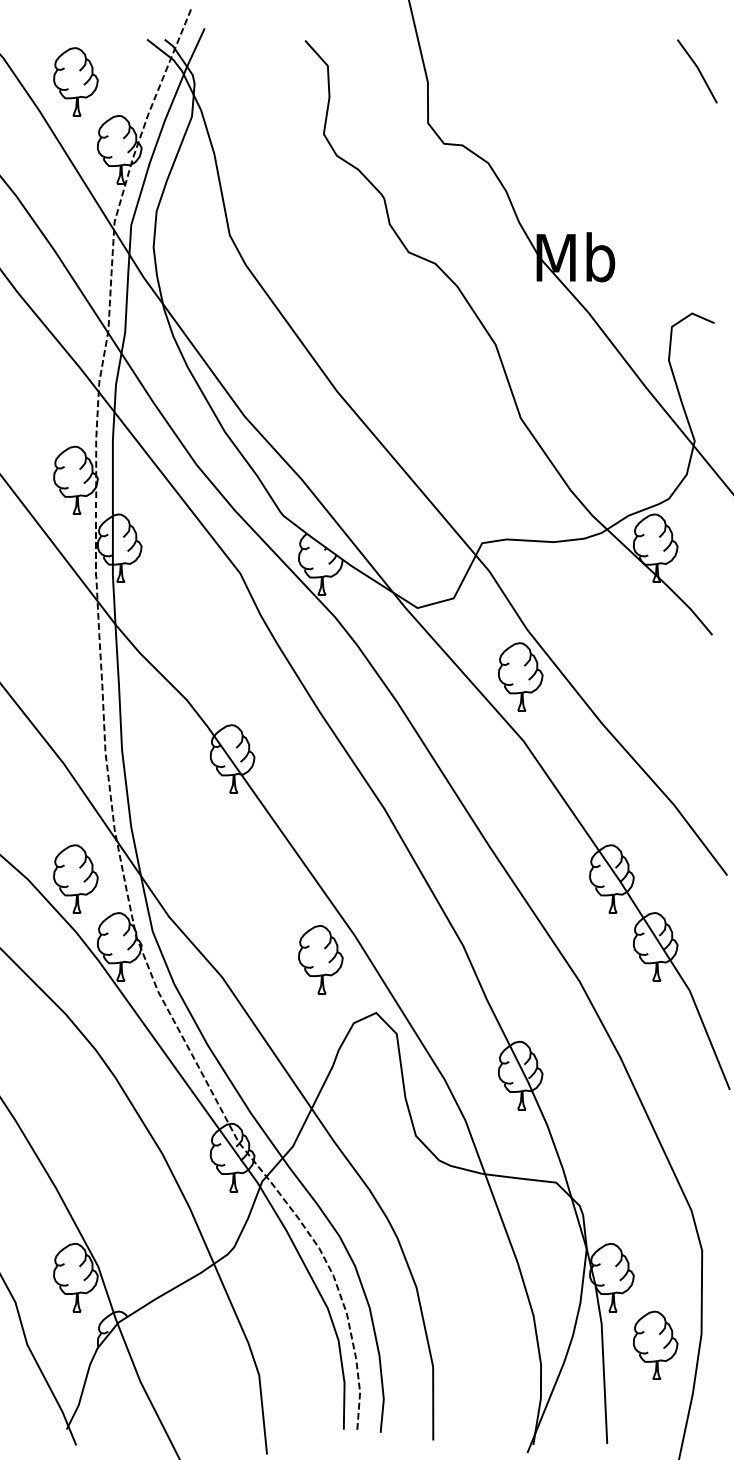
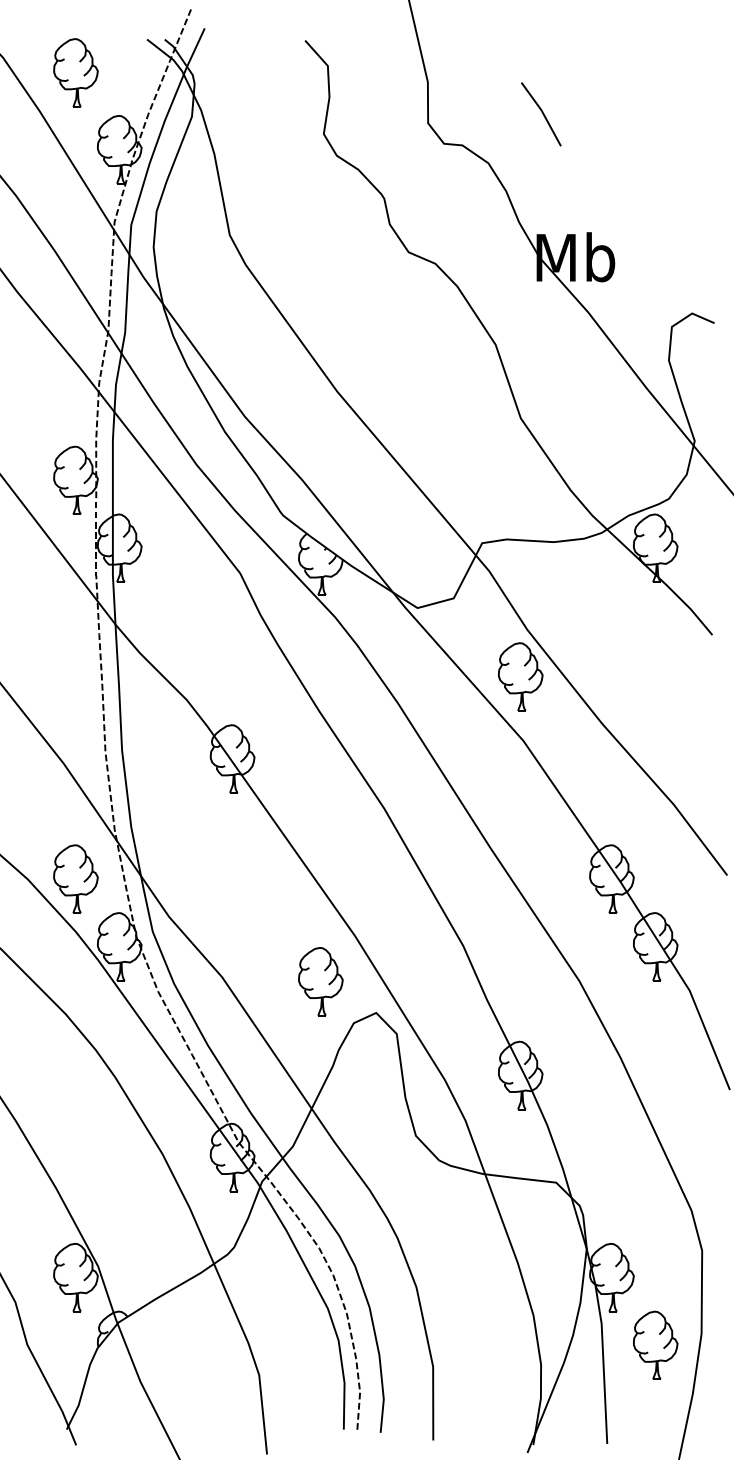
line at (698, 71) position: (698, 71) -> (542, 114)
part at (75, 81) position: (75, 81) -> (75, 72)
part at (320, 959) position: (320, 959) -> (320, 981)
